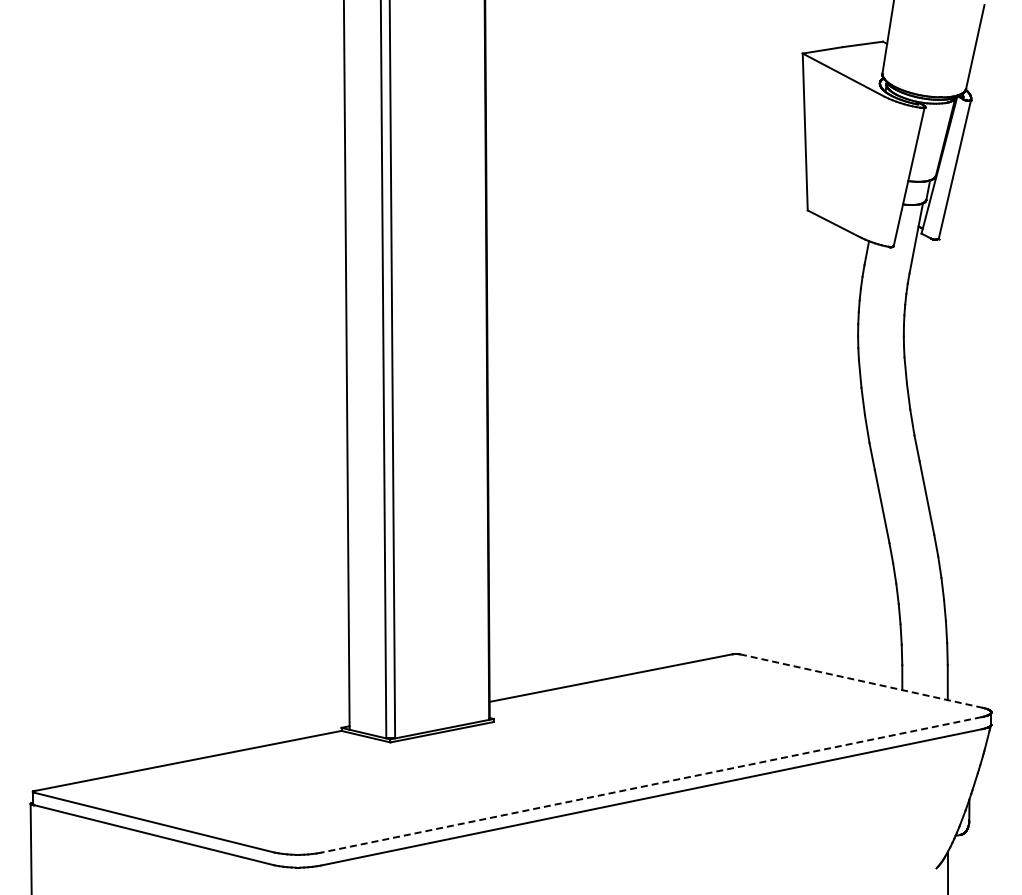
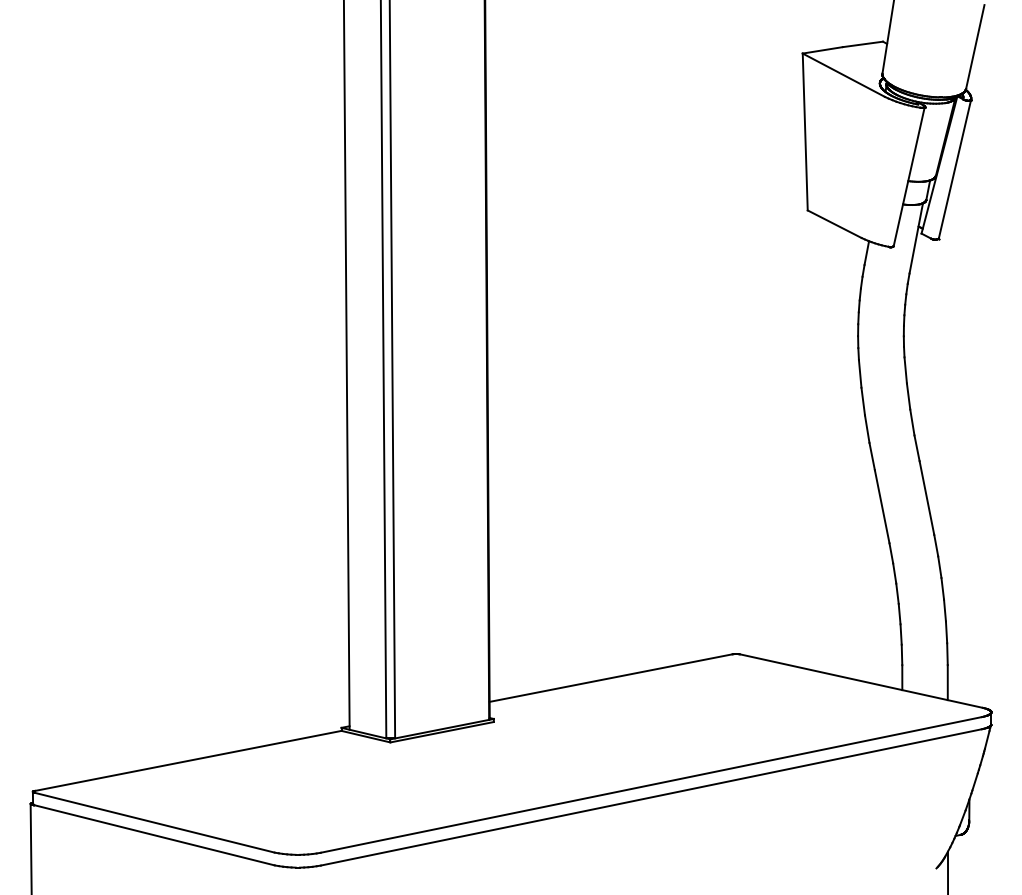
line at (861, 681): dashed -> solid
line at (650, 785): dashed -> solid
